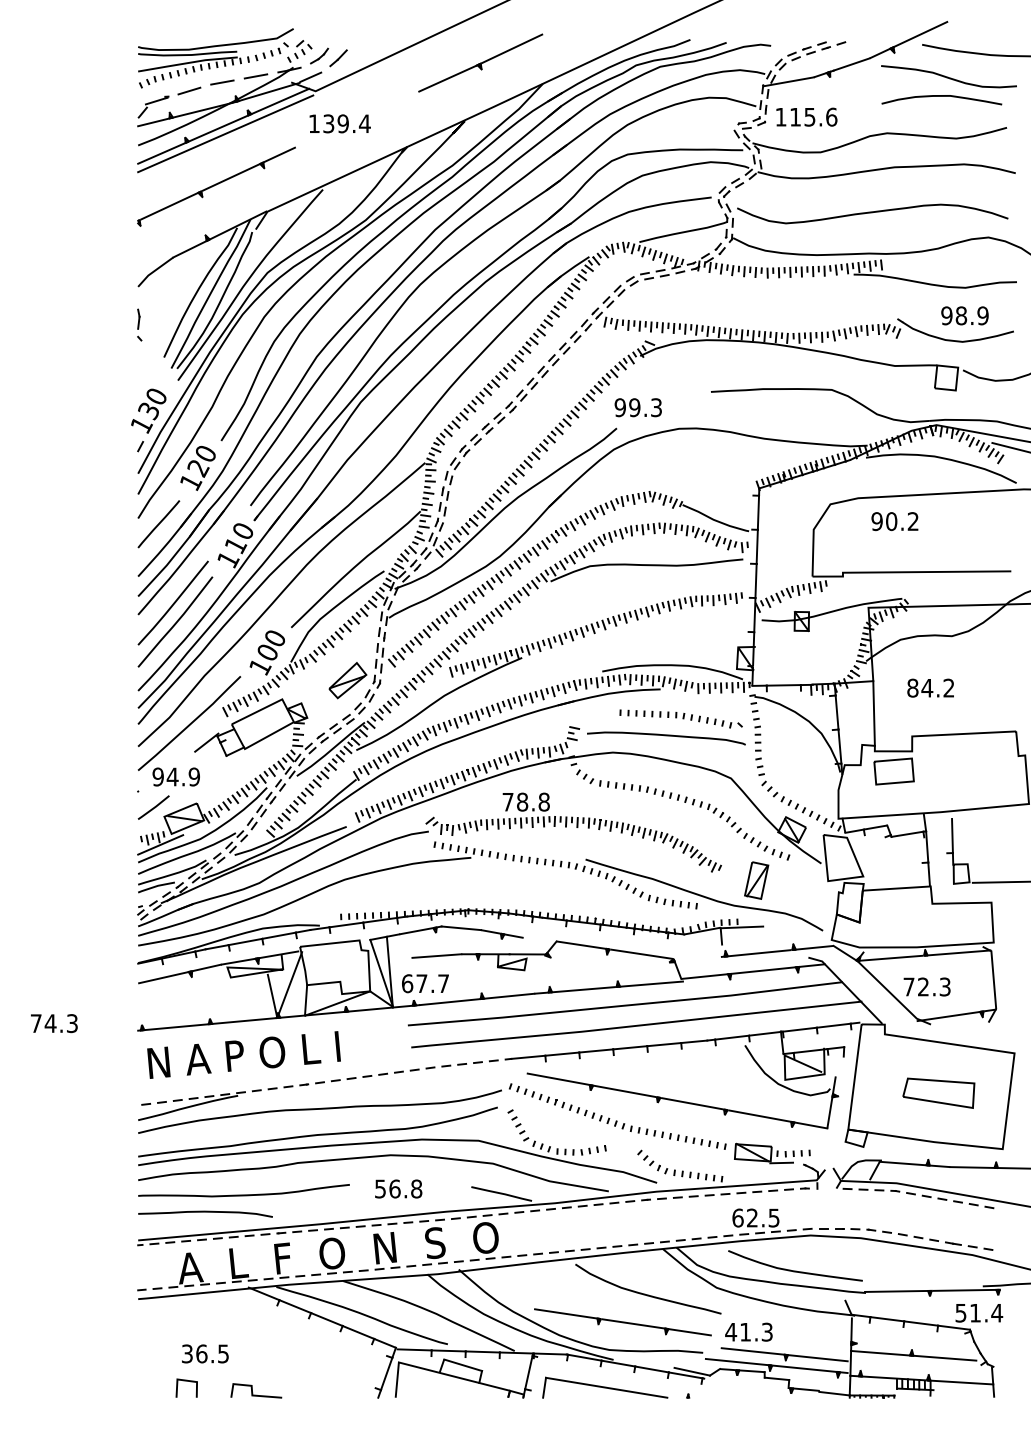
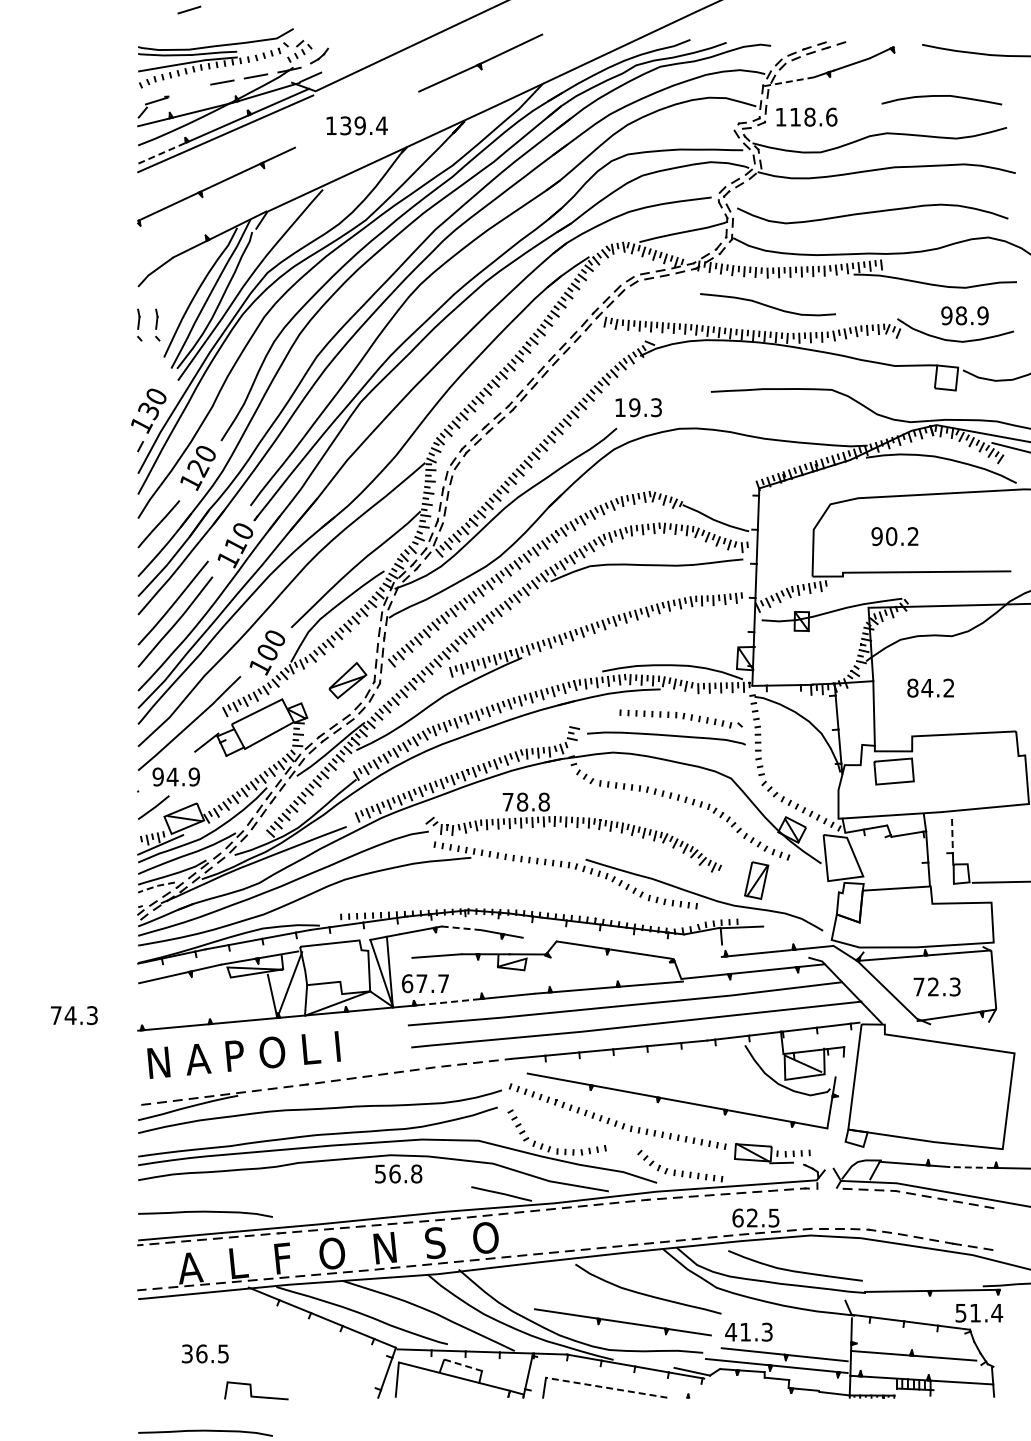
line at (920, 34): present -> none
line at (338, 58): present -> none
curve at (948, 76) position: (948, 76) -> (767, 304)
line at (789, 81): solid -> dashed
line at (189, 90) position: (189, 90) -> (189, 9)
text at (809, 116): 115.6 -> 118.6
text at (339, 123) position: (339, 123) -> (356, 125)
line at (161, 153): solid -> dashed
part at (157, 324): none -> present
text at (619, 407): 99.3 -> 19.3
text at (894, 521) position: (894, 521) -> (894, 536)
line at (952, 836): solid -> dashed
line at (156, 886): solid -> dashed
line at (461, 928): solid -> dashed
text at (926, 986) position: (926, 986) -> (936, 986)
line at (449, 1002): solid -> dashed
text at (54, 1023) position: (54, 1023) -> (74, 1015)
part at (938, 1092): present -> none
line at (972, 1167): solid -> dashed
text at (398, 1188) position: (398, 1188) -> (398, 1173)
curve at (243, 1194): present -> none
line at (463, 1365): solid -> dashed
line at (186, 1381): present -> none
line at (606, 1387): solid -> dashed
part at (256, 1390) size: 53x16 px -> 65x20 px
curve at (205, 1431): none -> present
